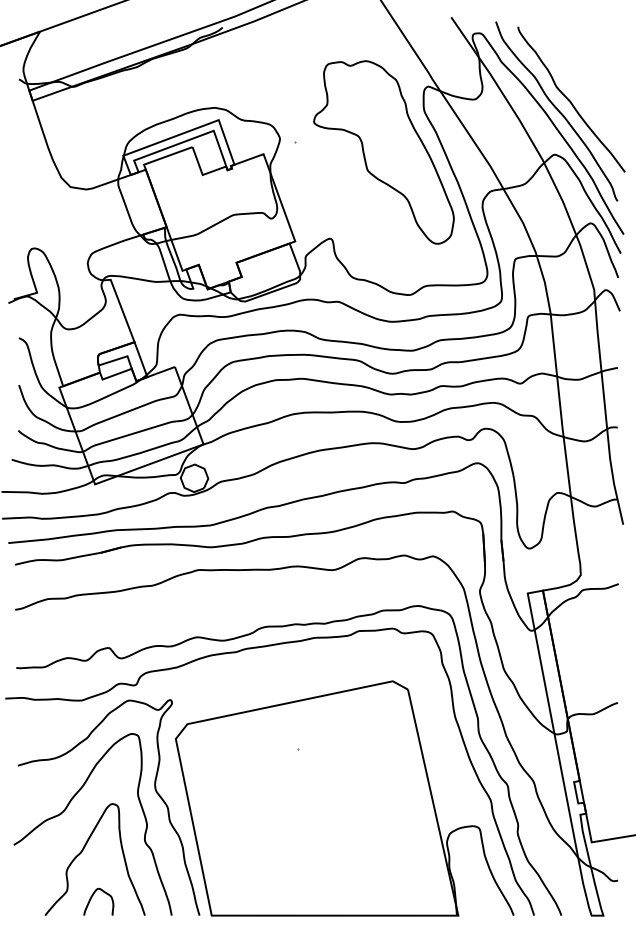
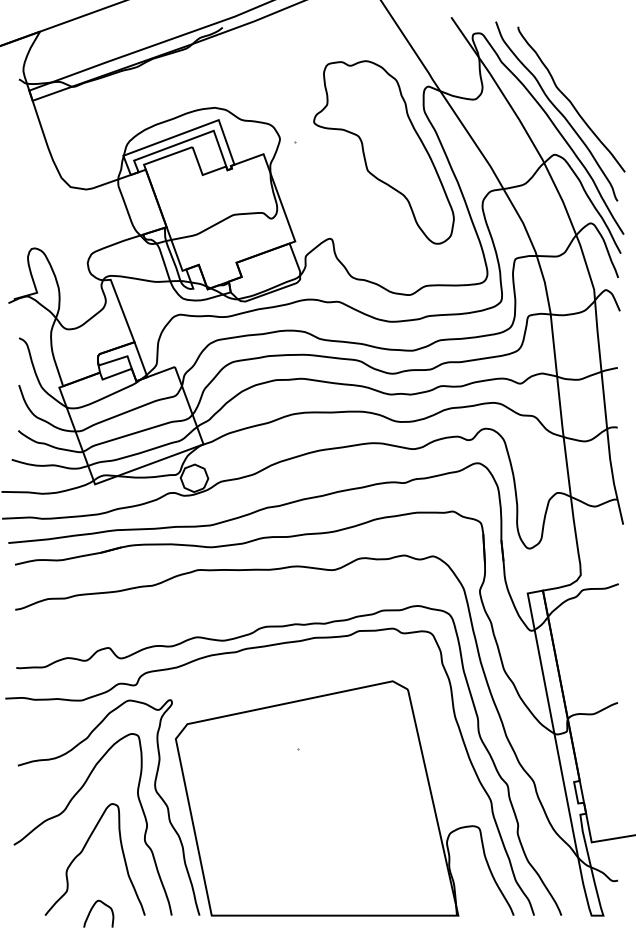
curve at (92, 897) position: (92, 897) -> (92, 909)
